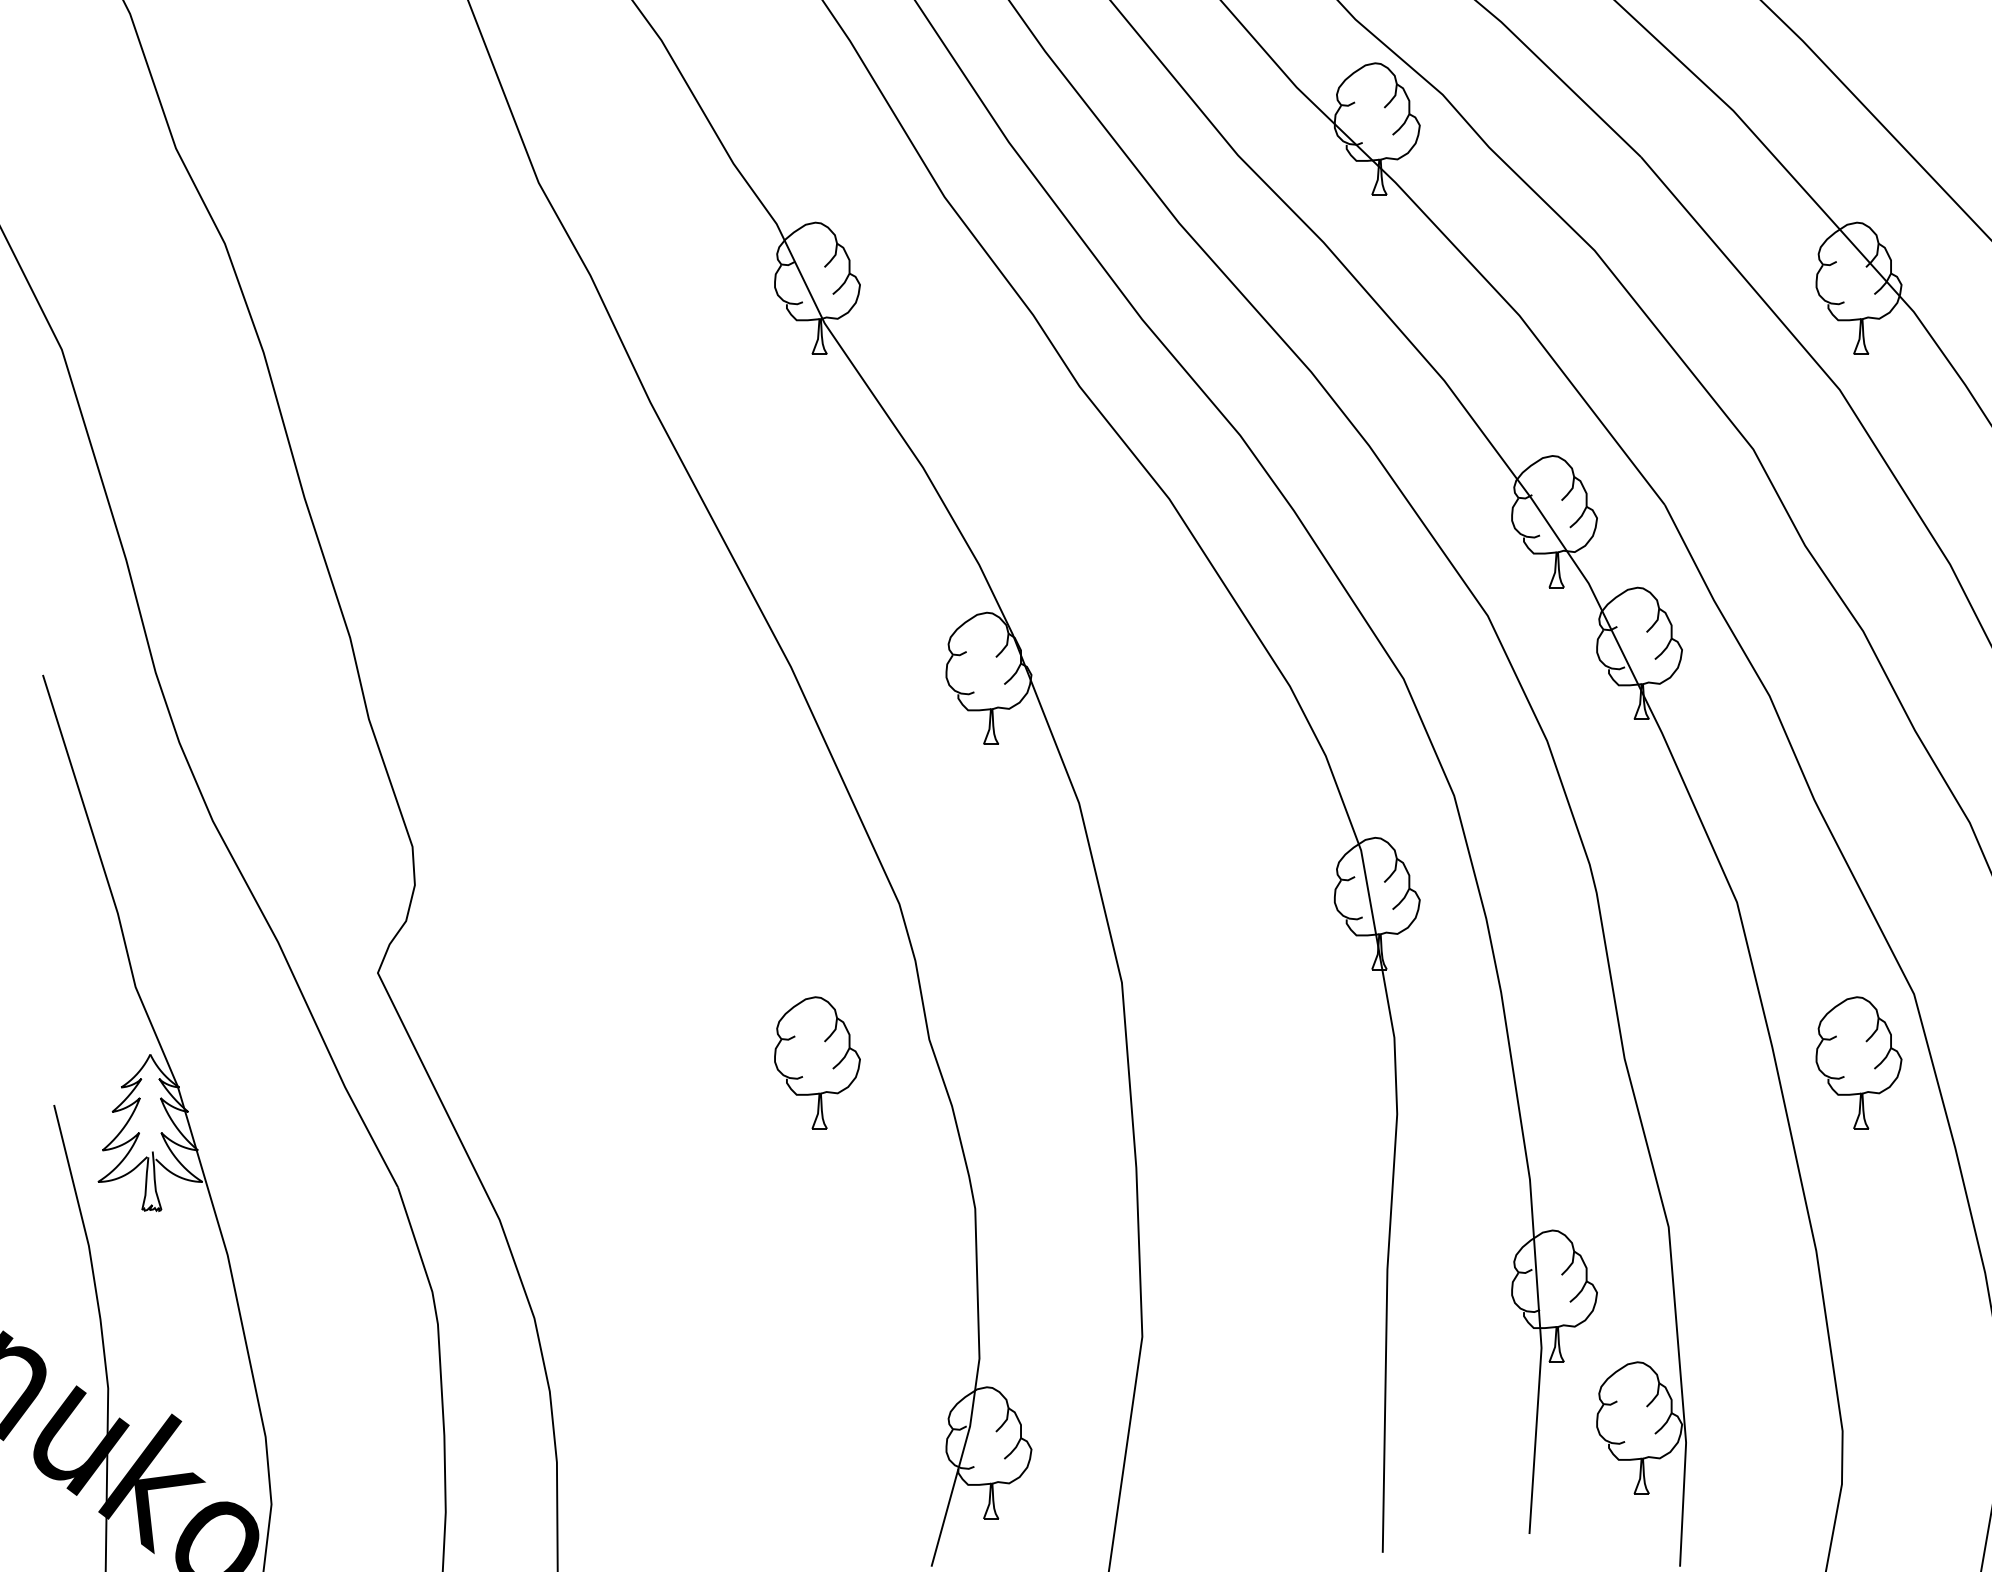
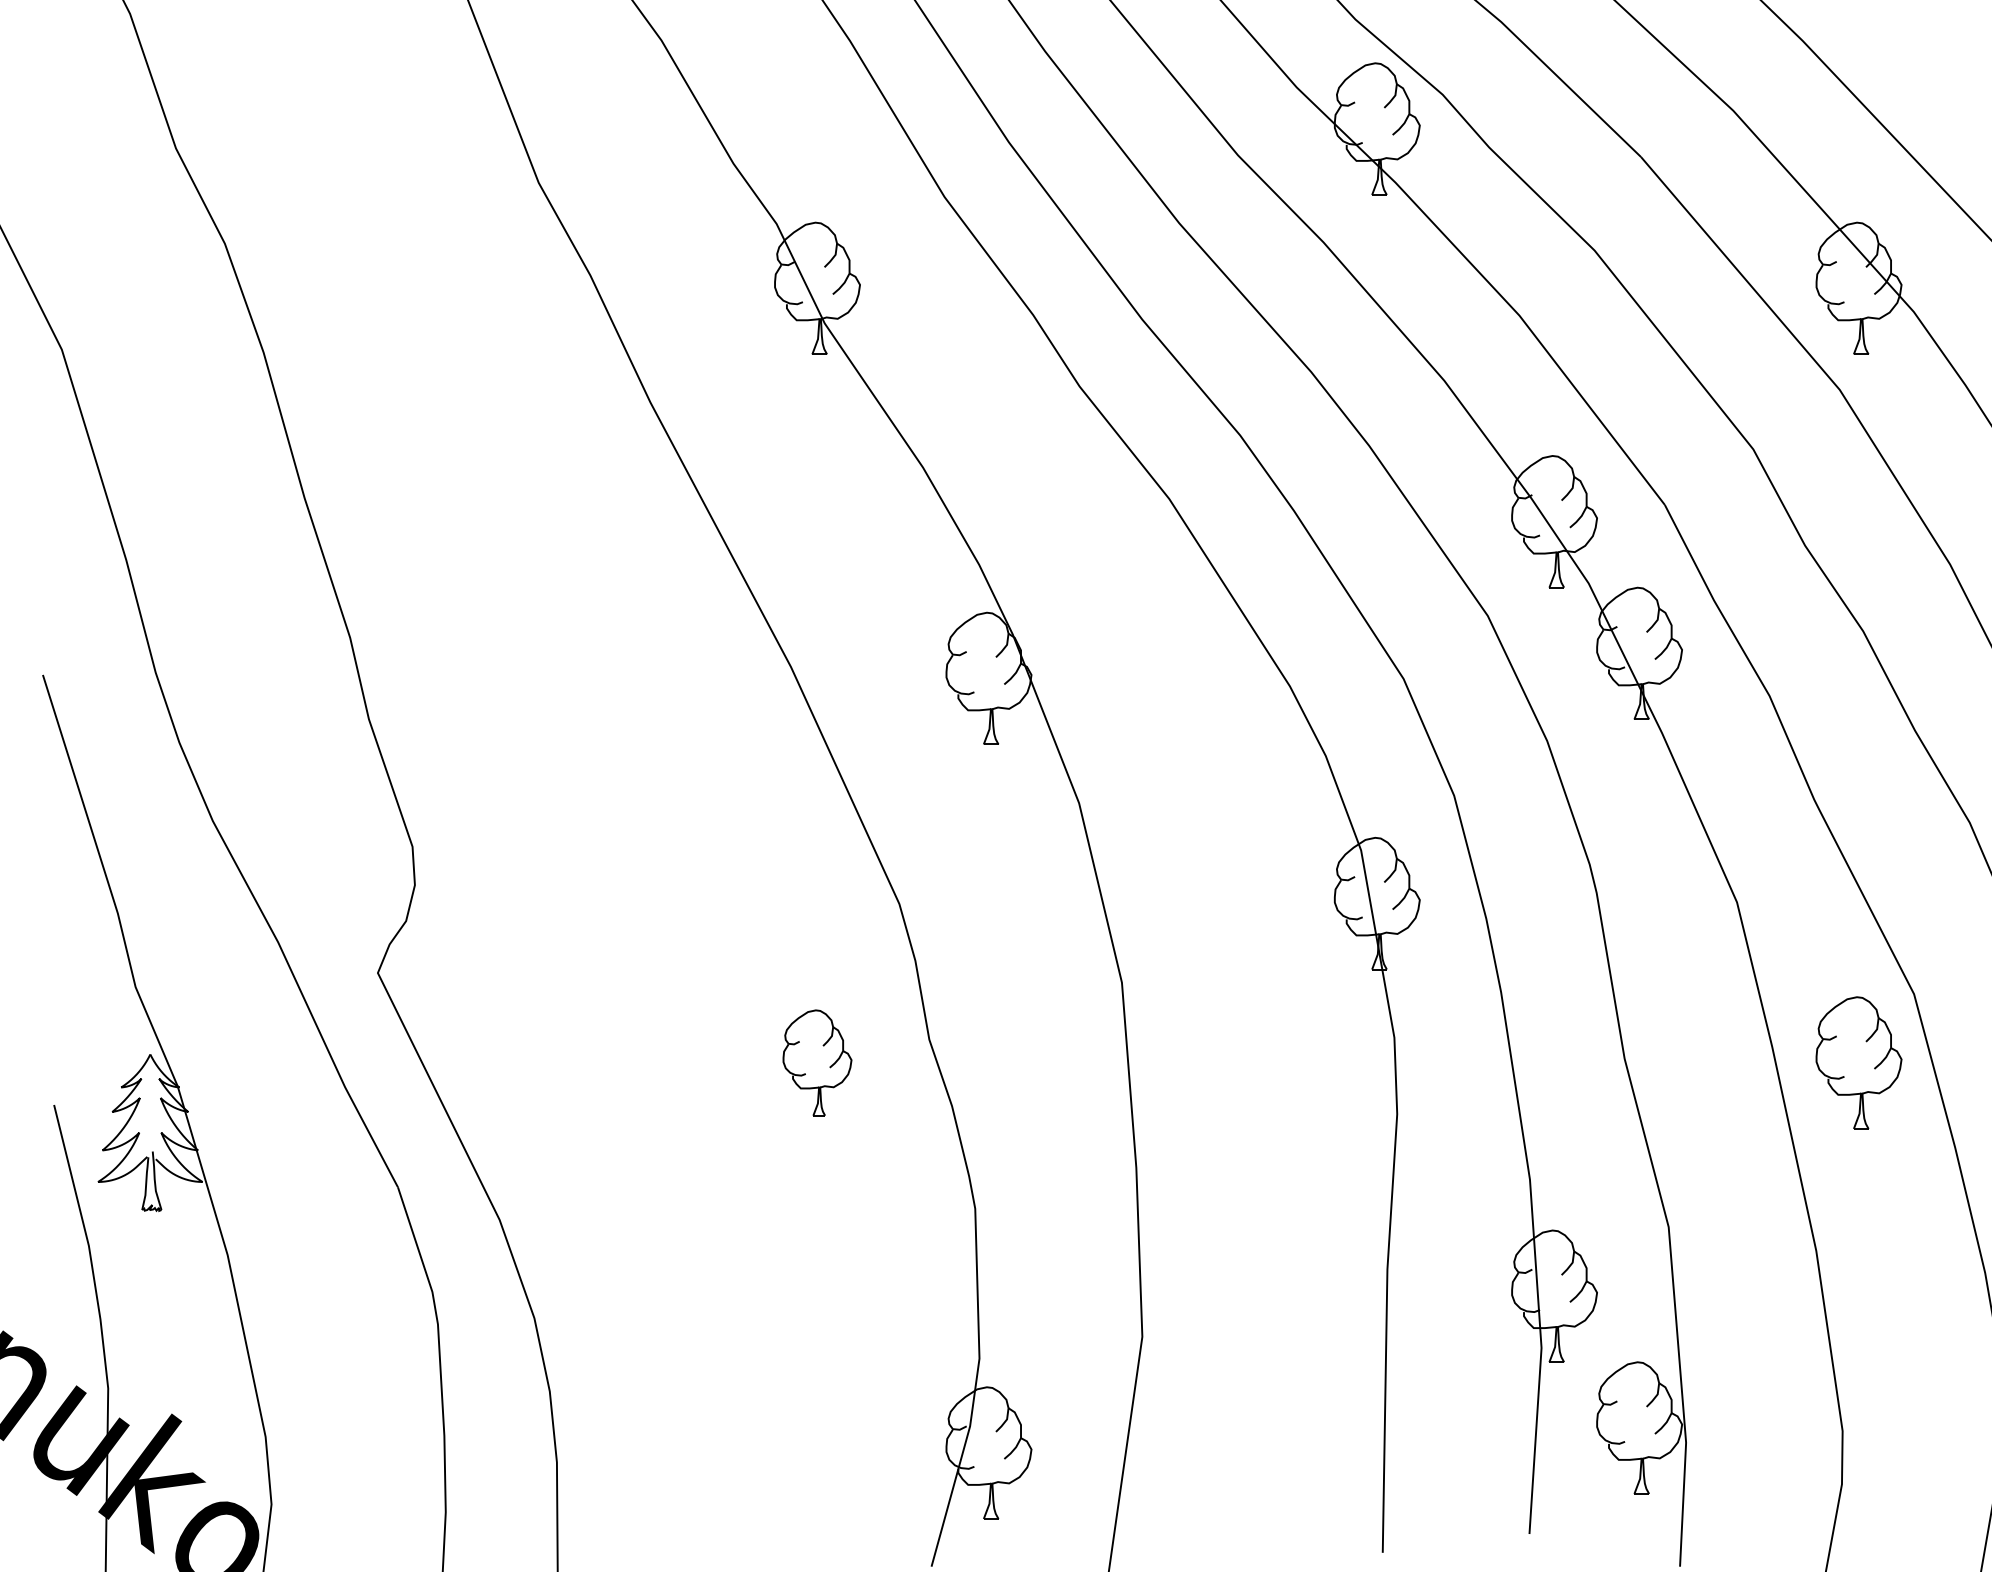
part at (817, 1062) size: 87x134 px -> 71x108 px
